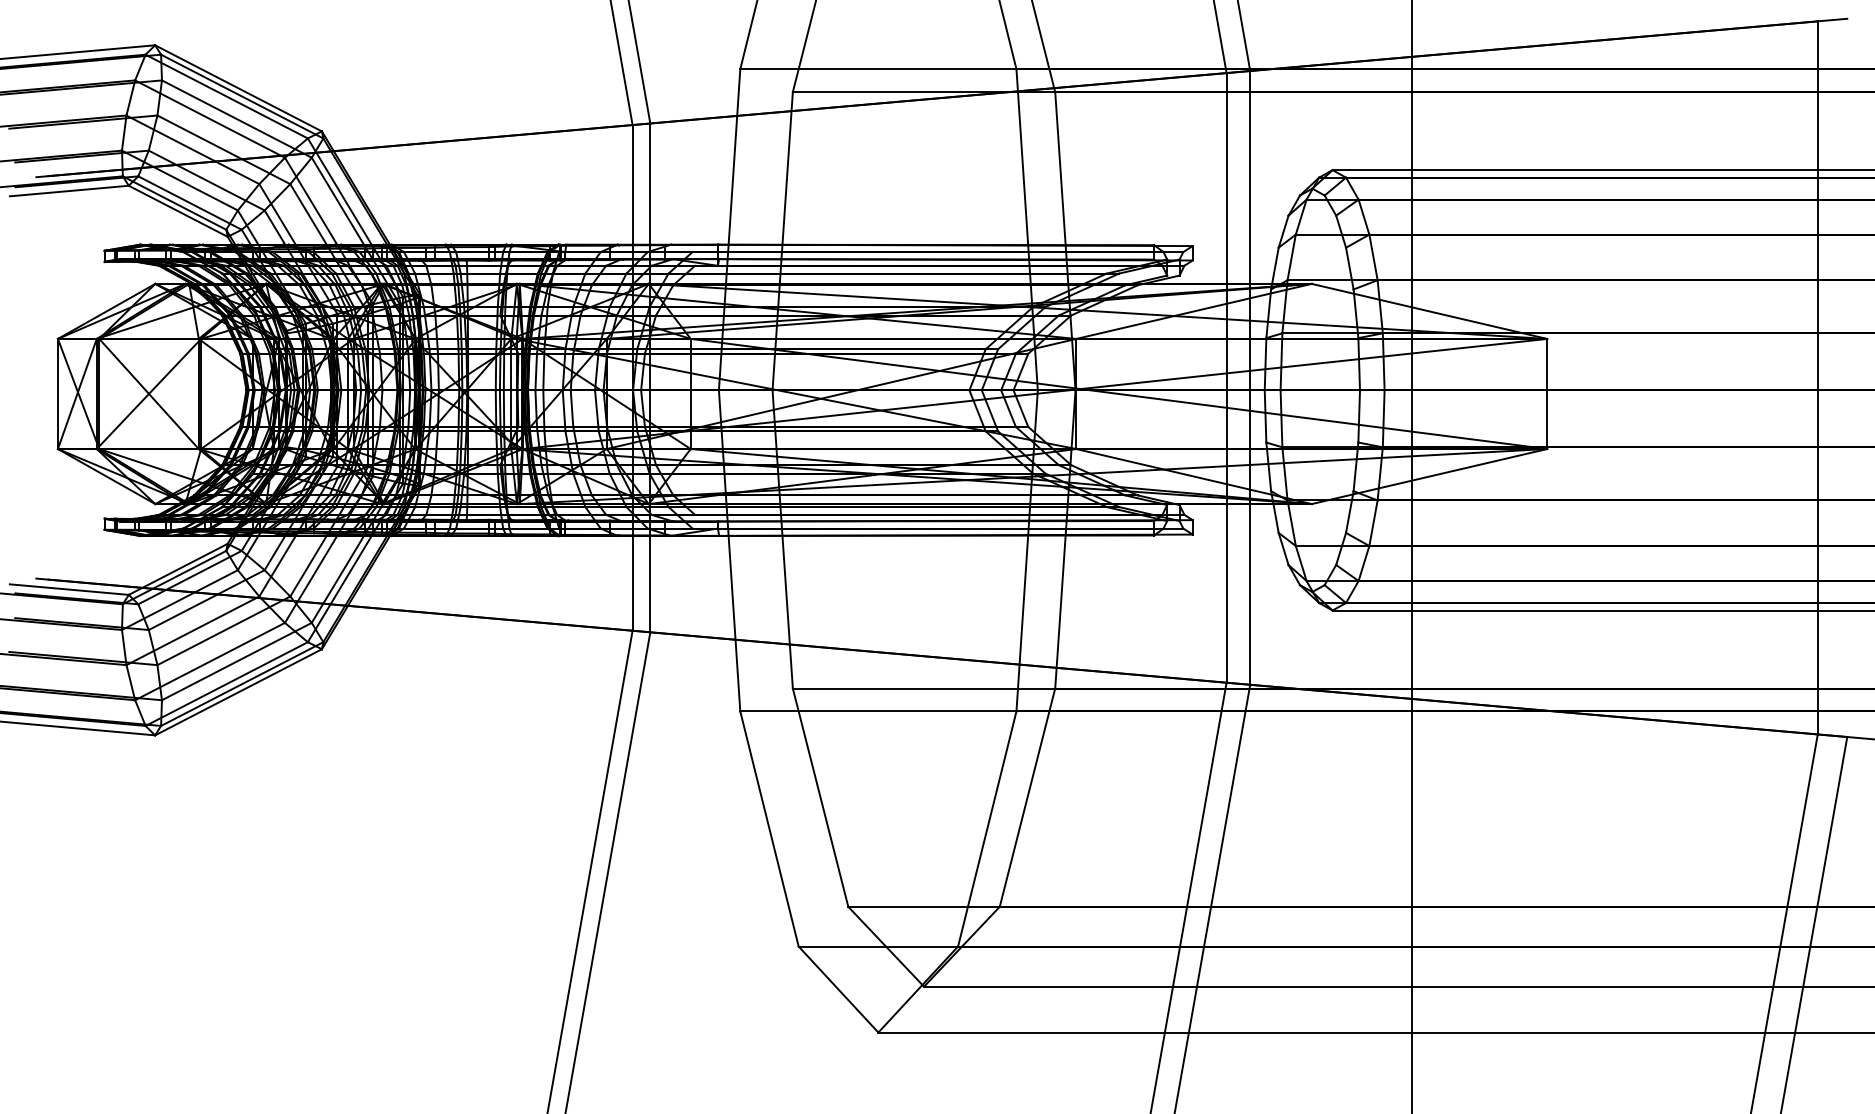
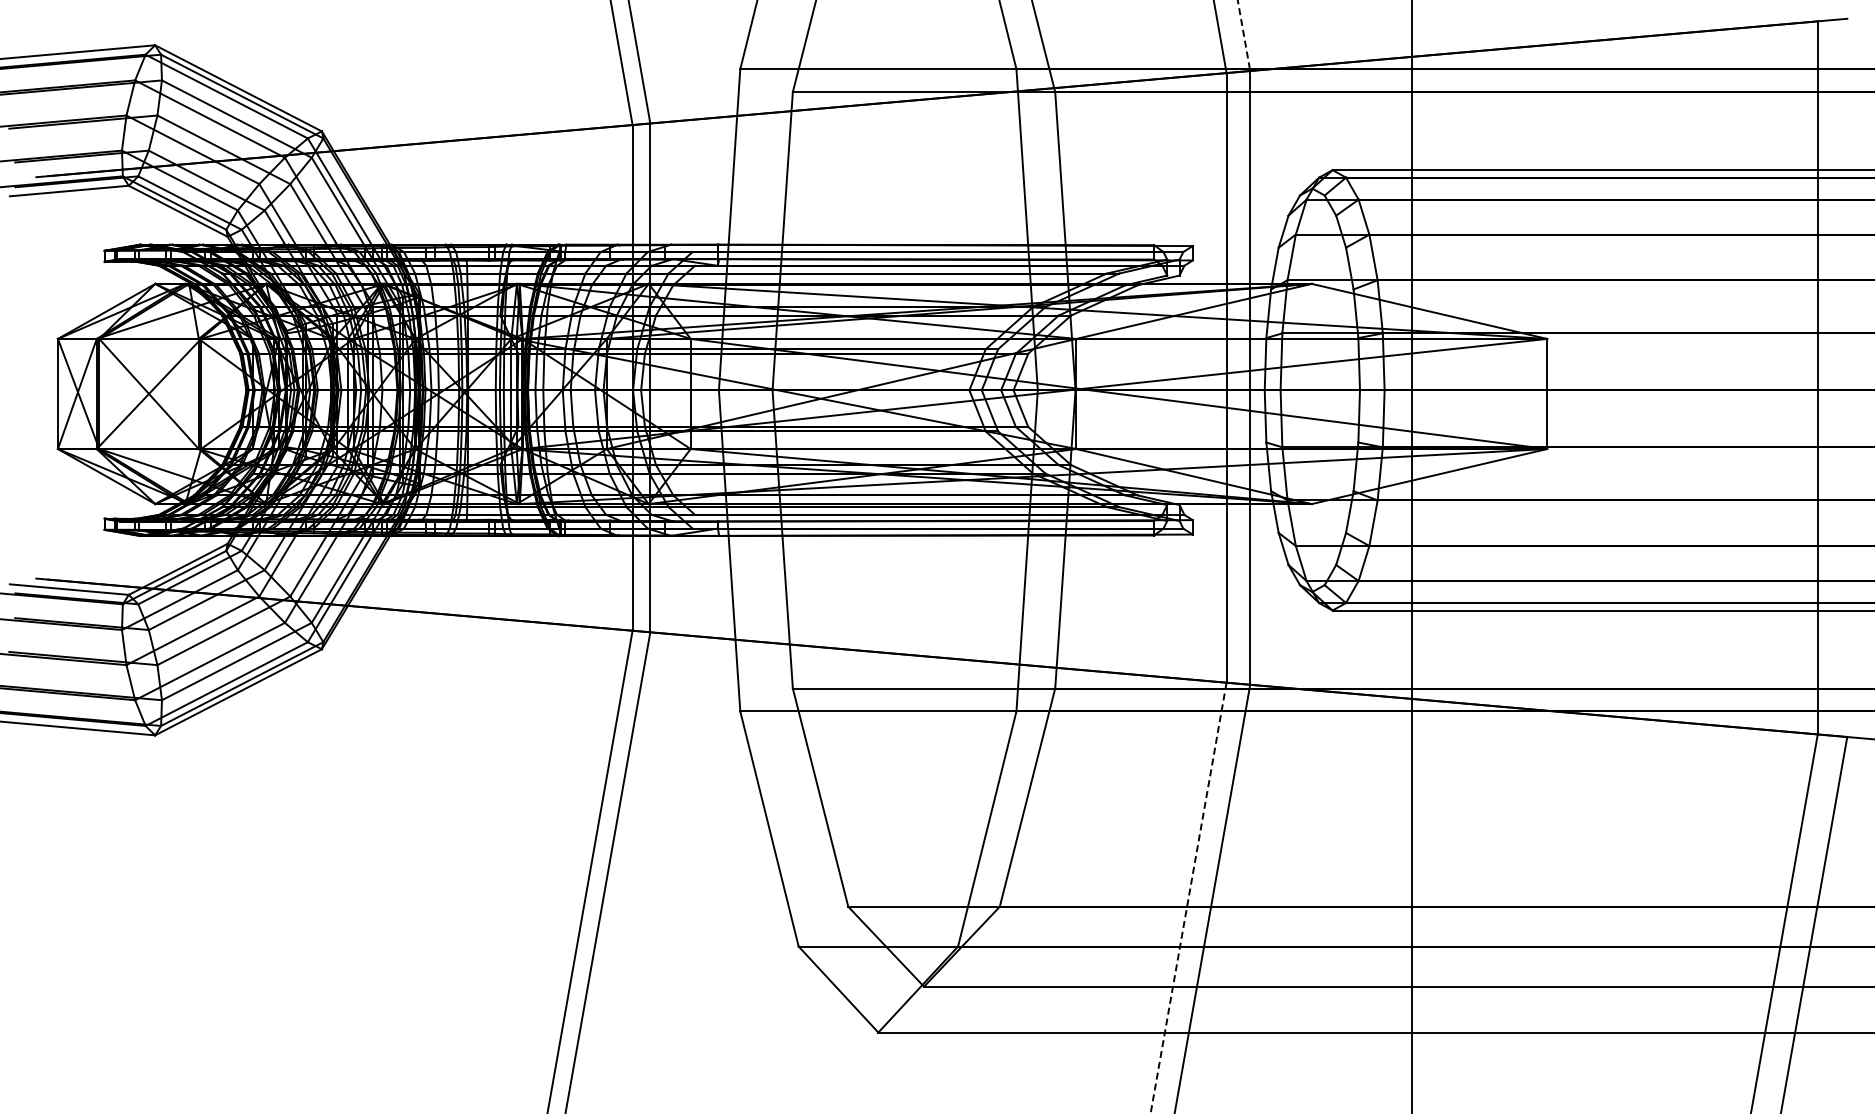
line at (1243, 35): solid -> dashed
line at (1188, 898): solid -> dashed
